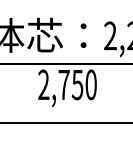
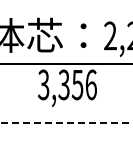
text at (67, 84): 2,750 -> 3,356
line at (66, 123): solid -> dashed
